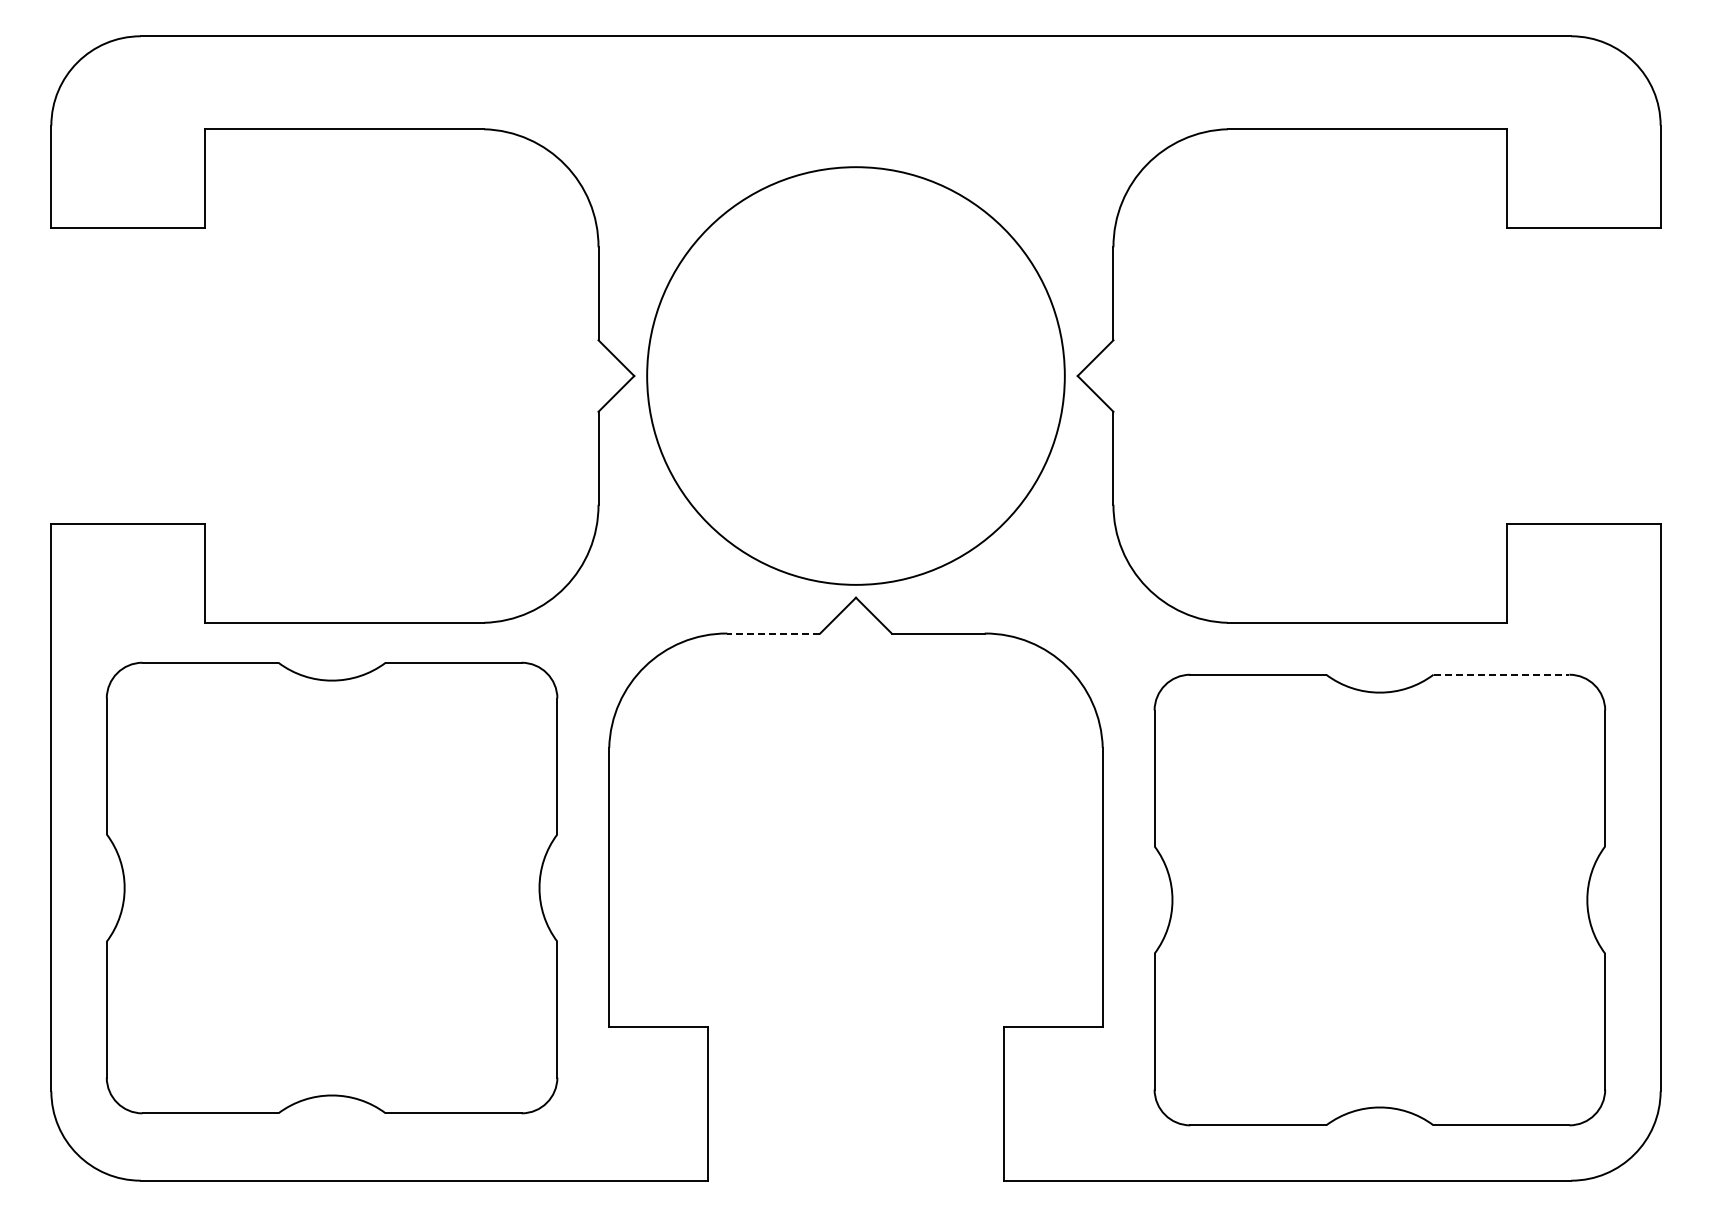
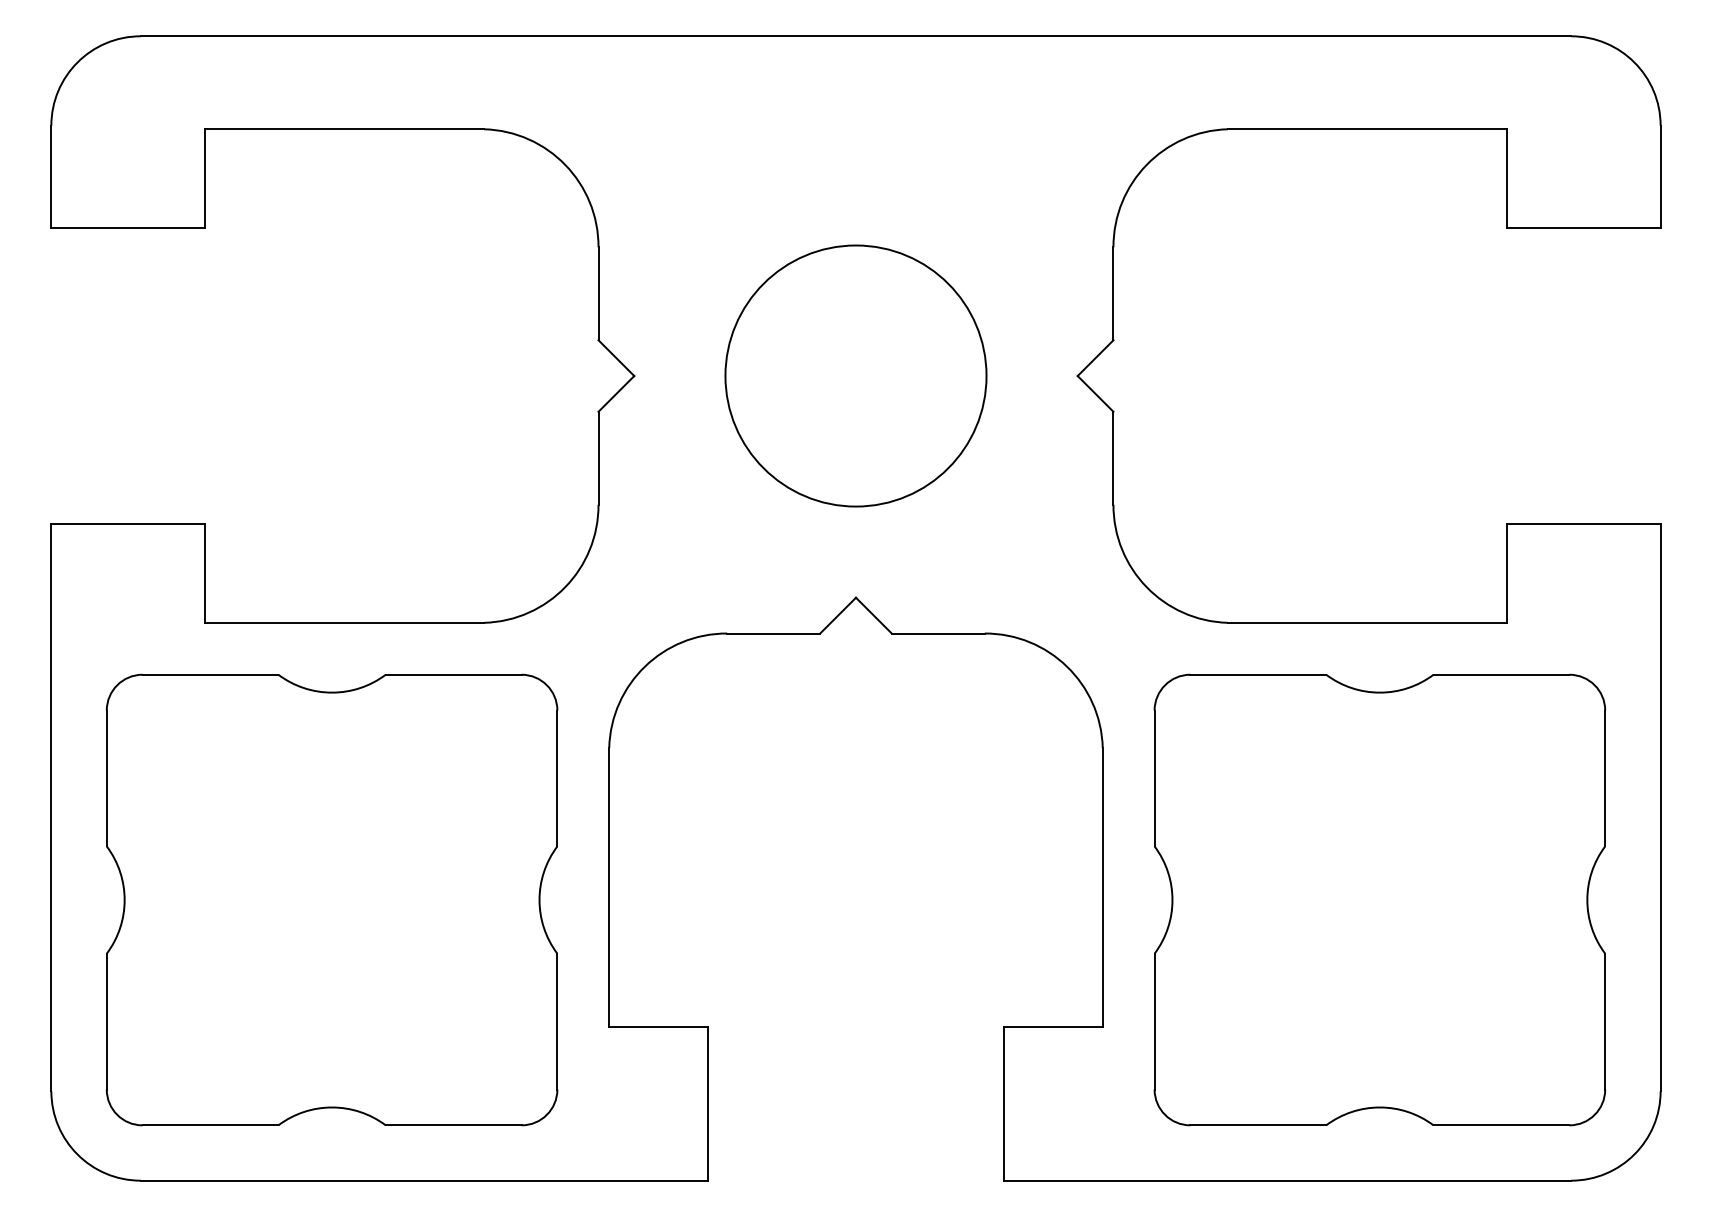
circle at (855, 375) diameter: 418 px -> 261 px
line at (773, 633): dashed -> solid
line at (1501, 674): dashed -> solid
part at (331, 887) position: (331, 887) -> (331, 899)
